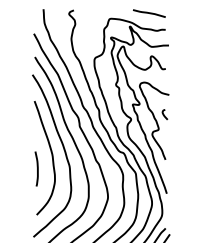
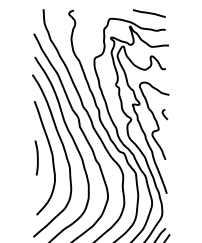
curve at (36, 167) position: (36, 167) -> (36, 156)
